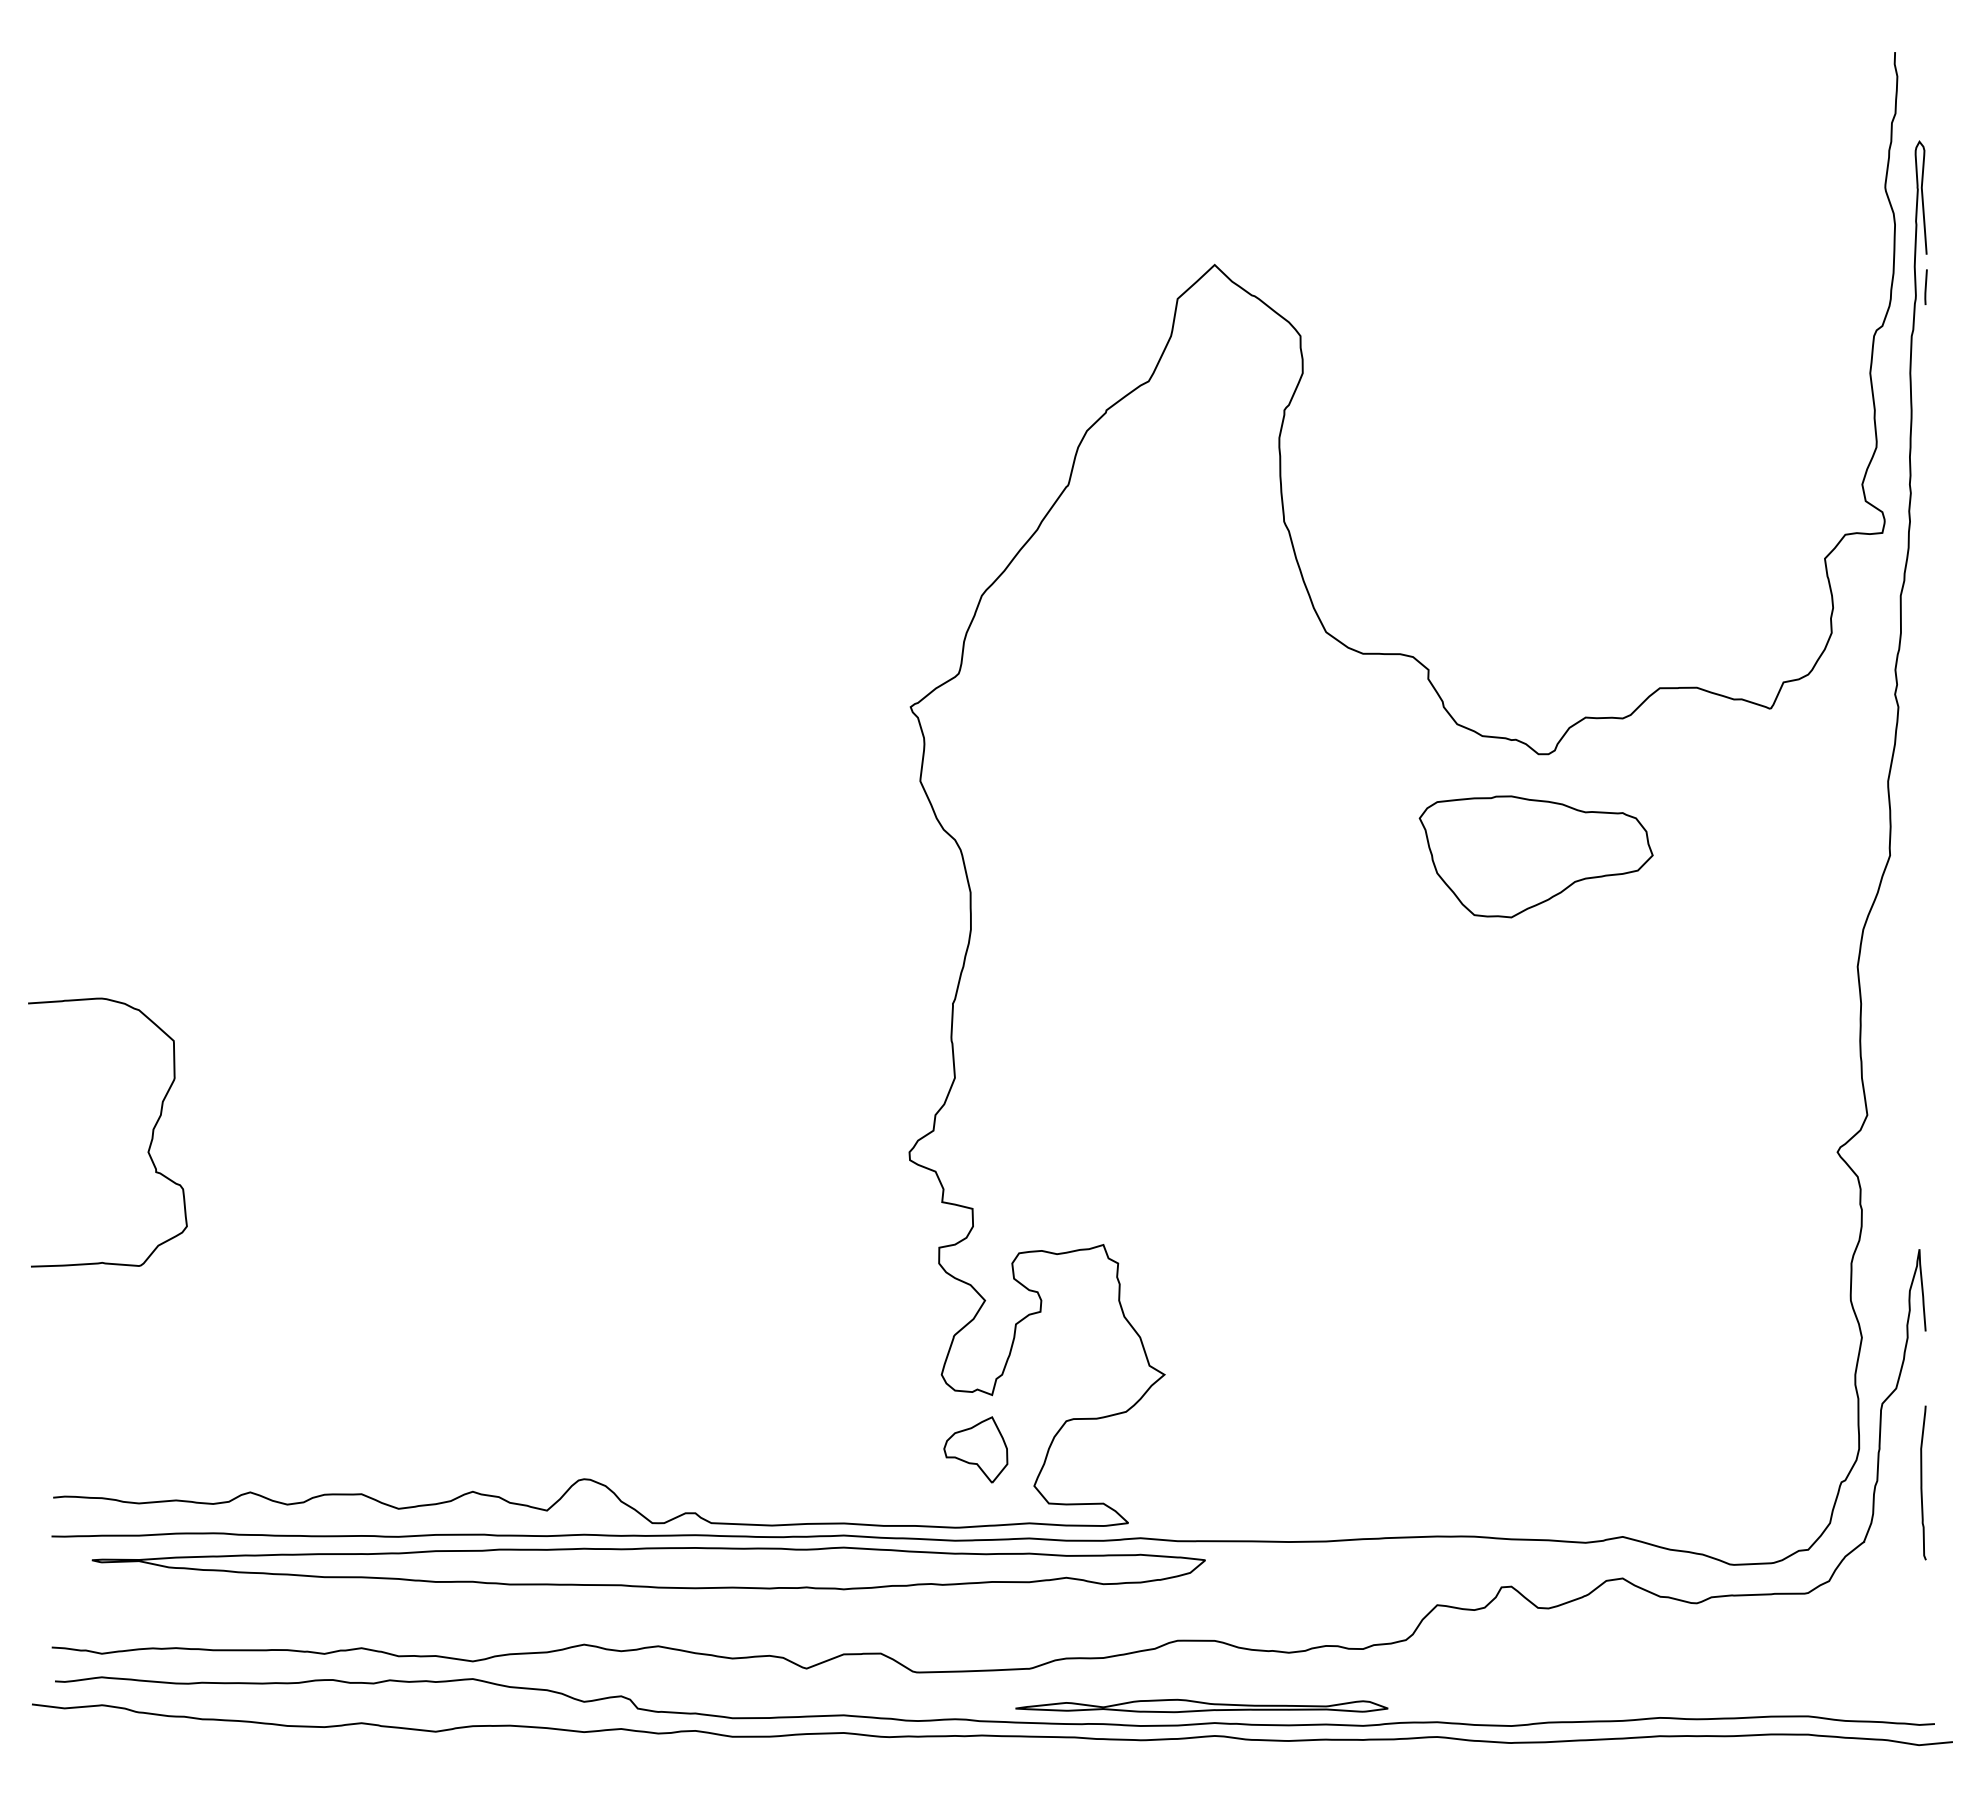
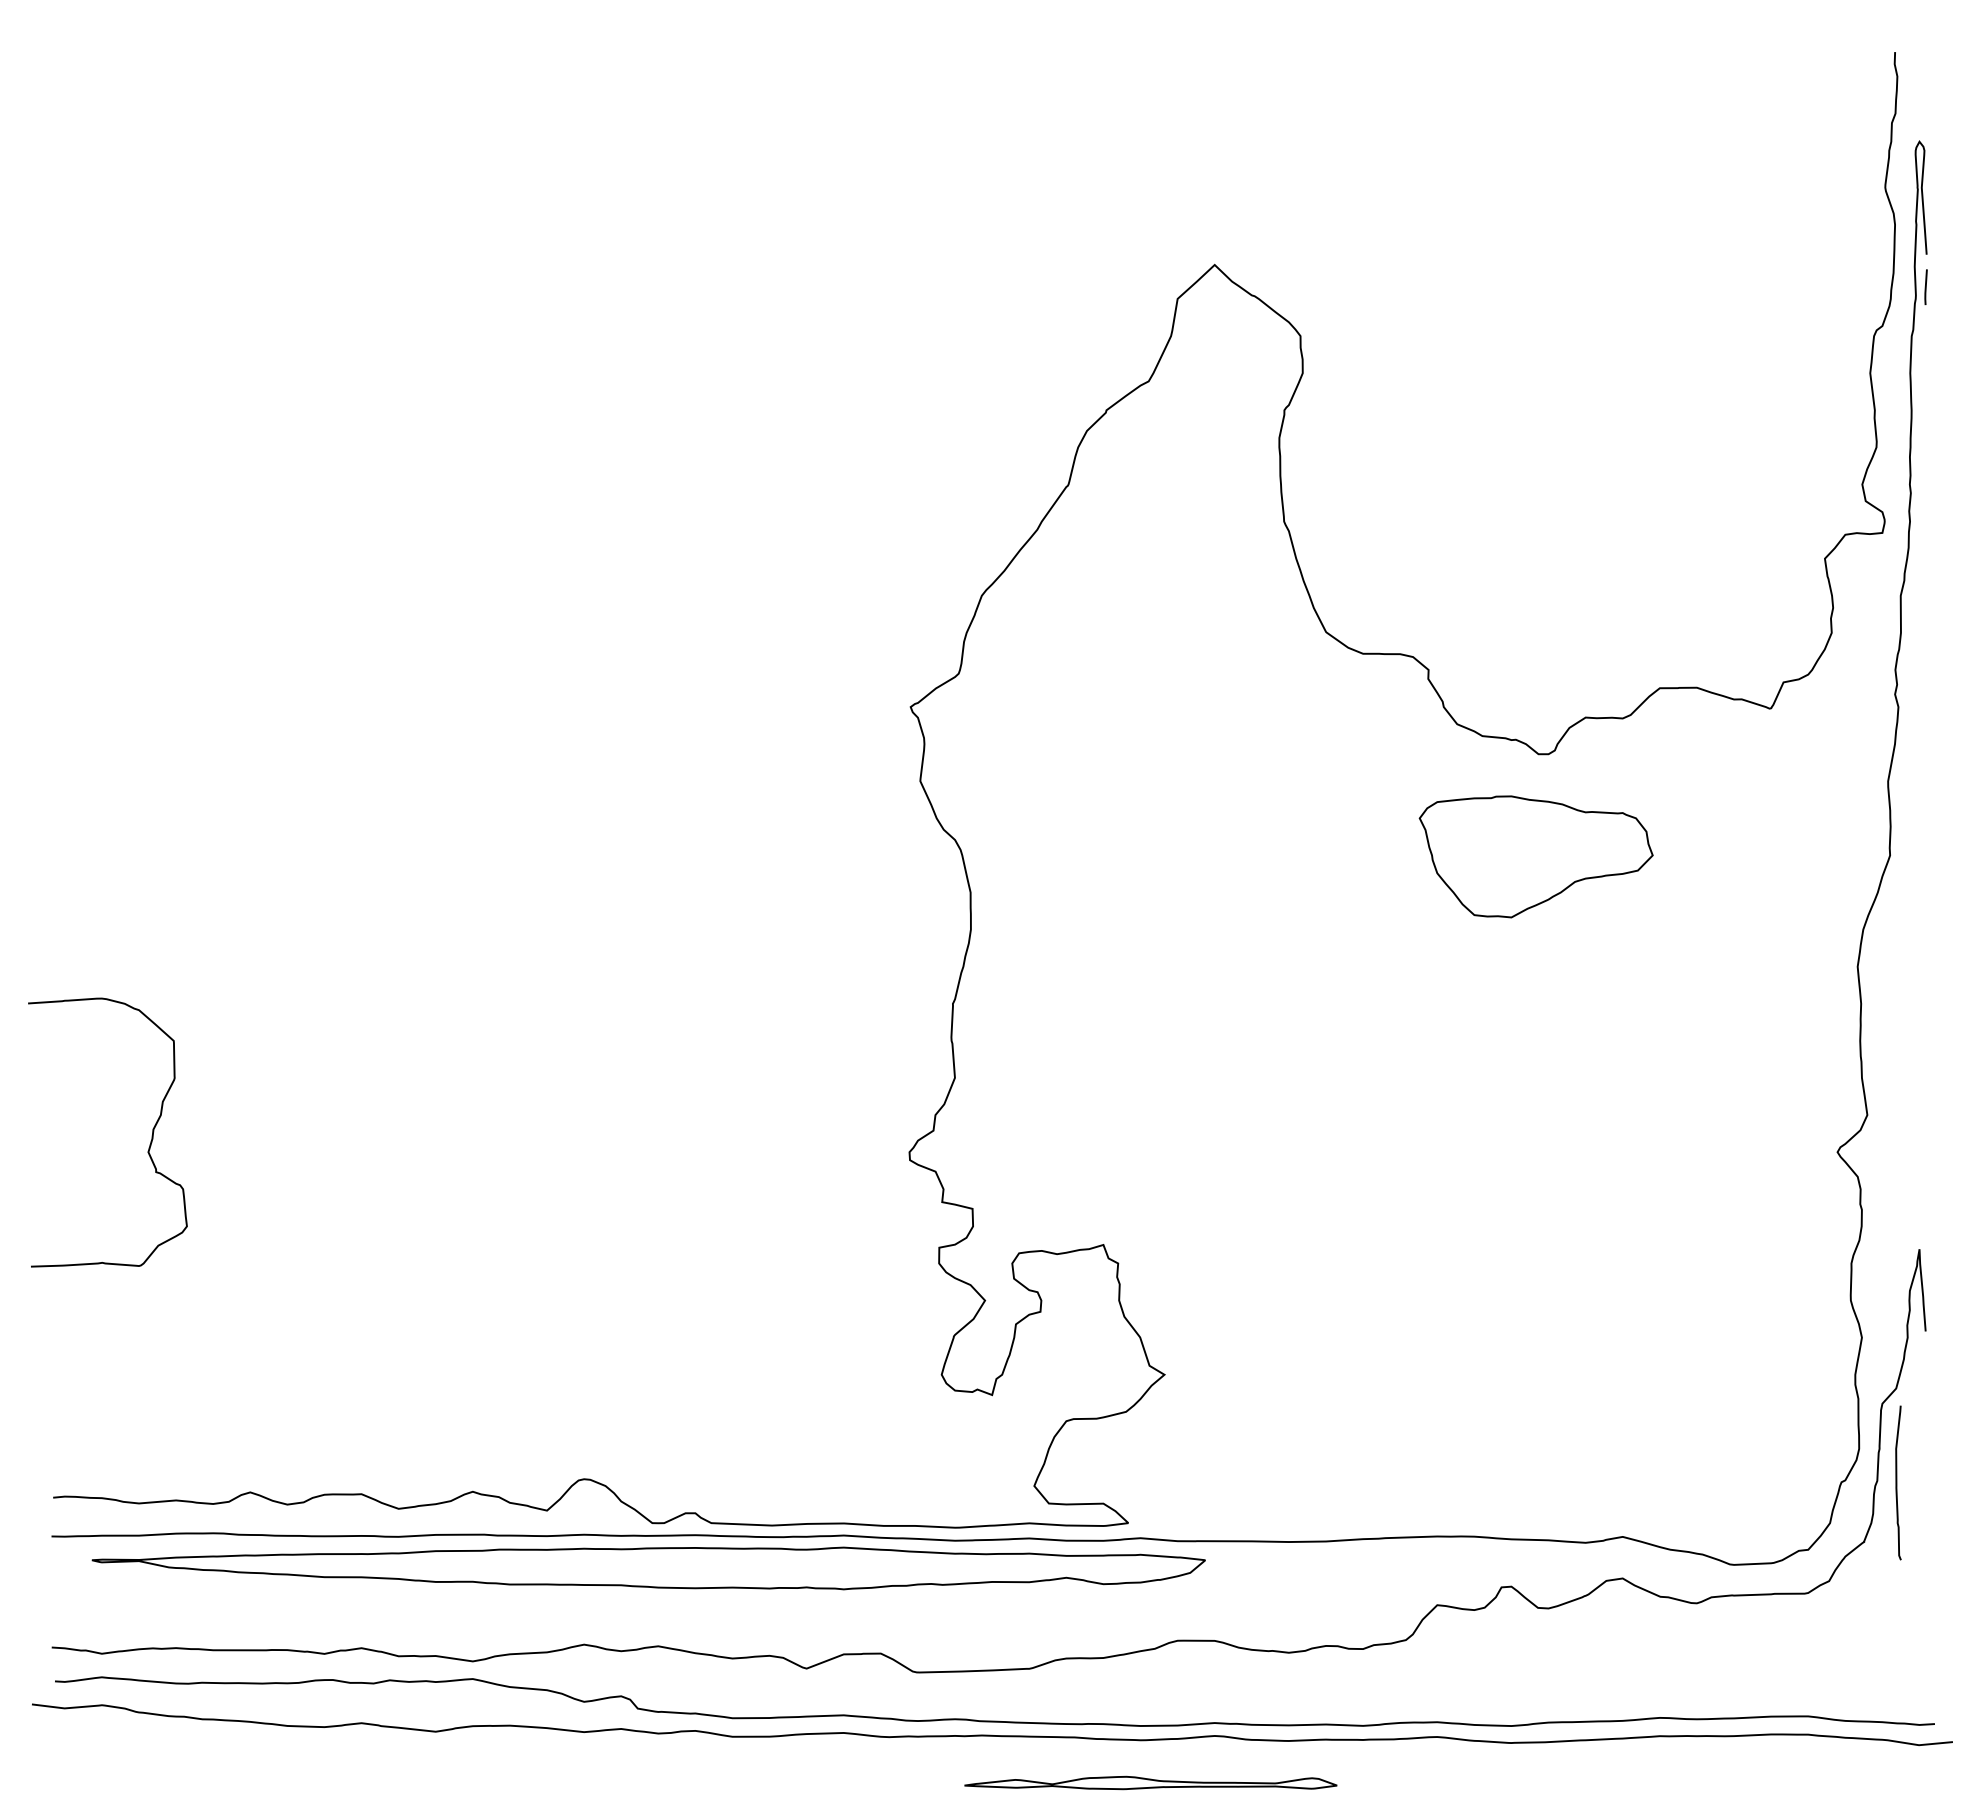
part at (975, 1449): present -> none
curve at (1922, 1482) position: (1922, 1482) -> (1897, 1482)
part at (1201, 1705) position: (1201, 1705) -> (1150, 1782)
